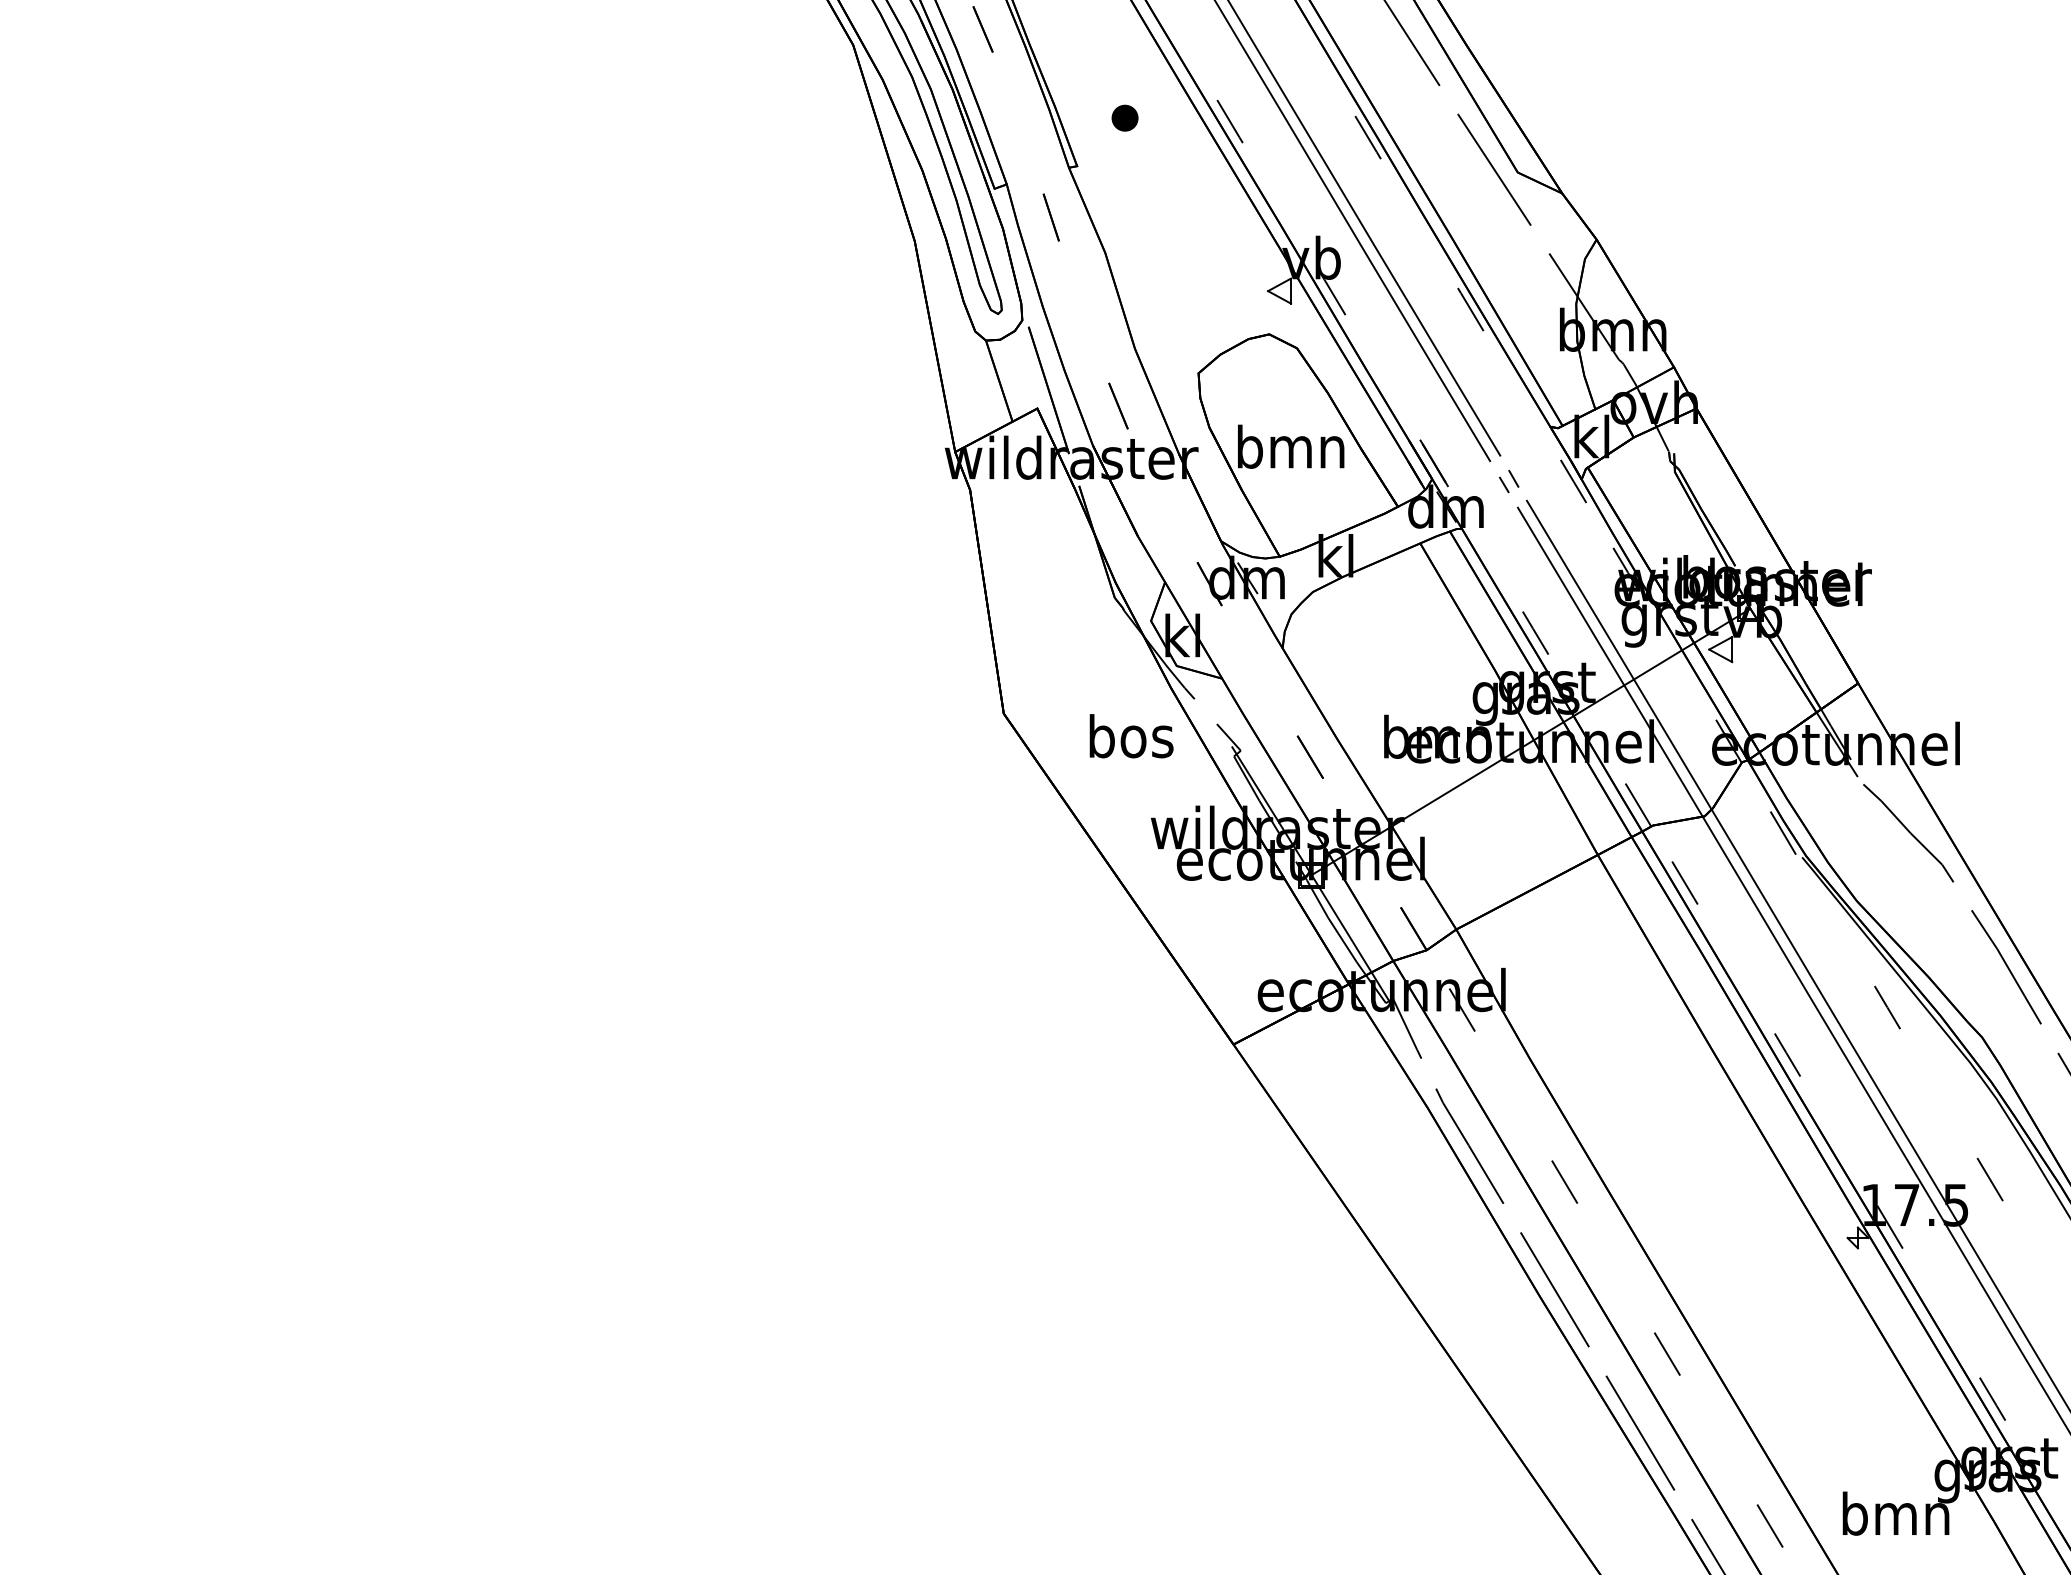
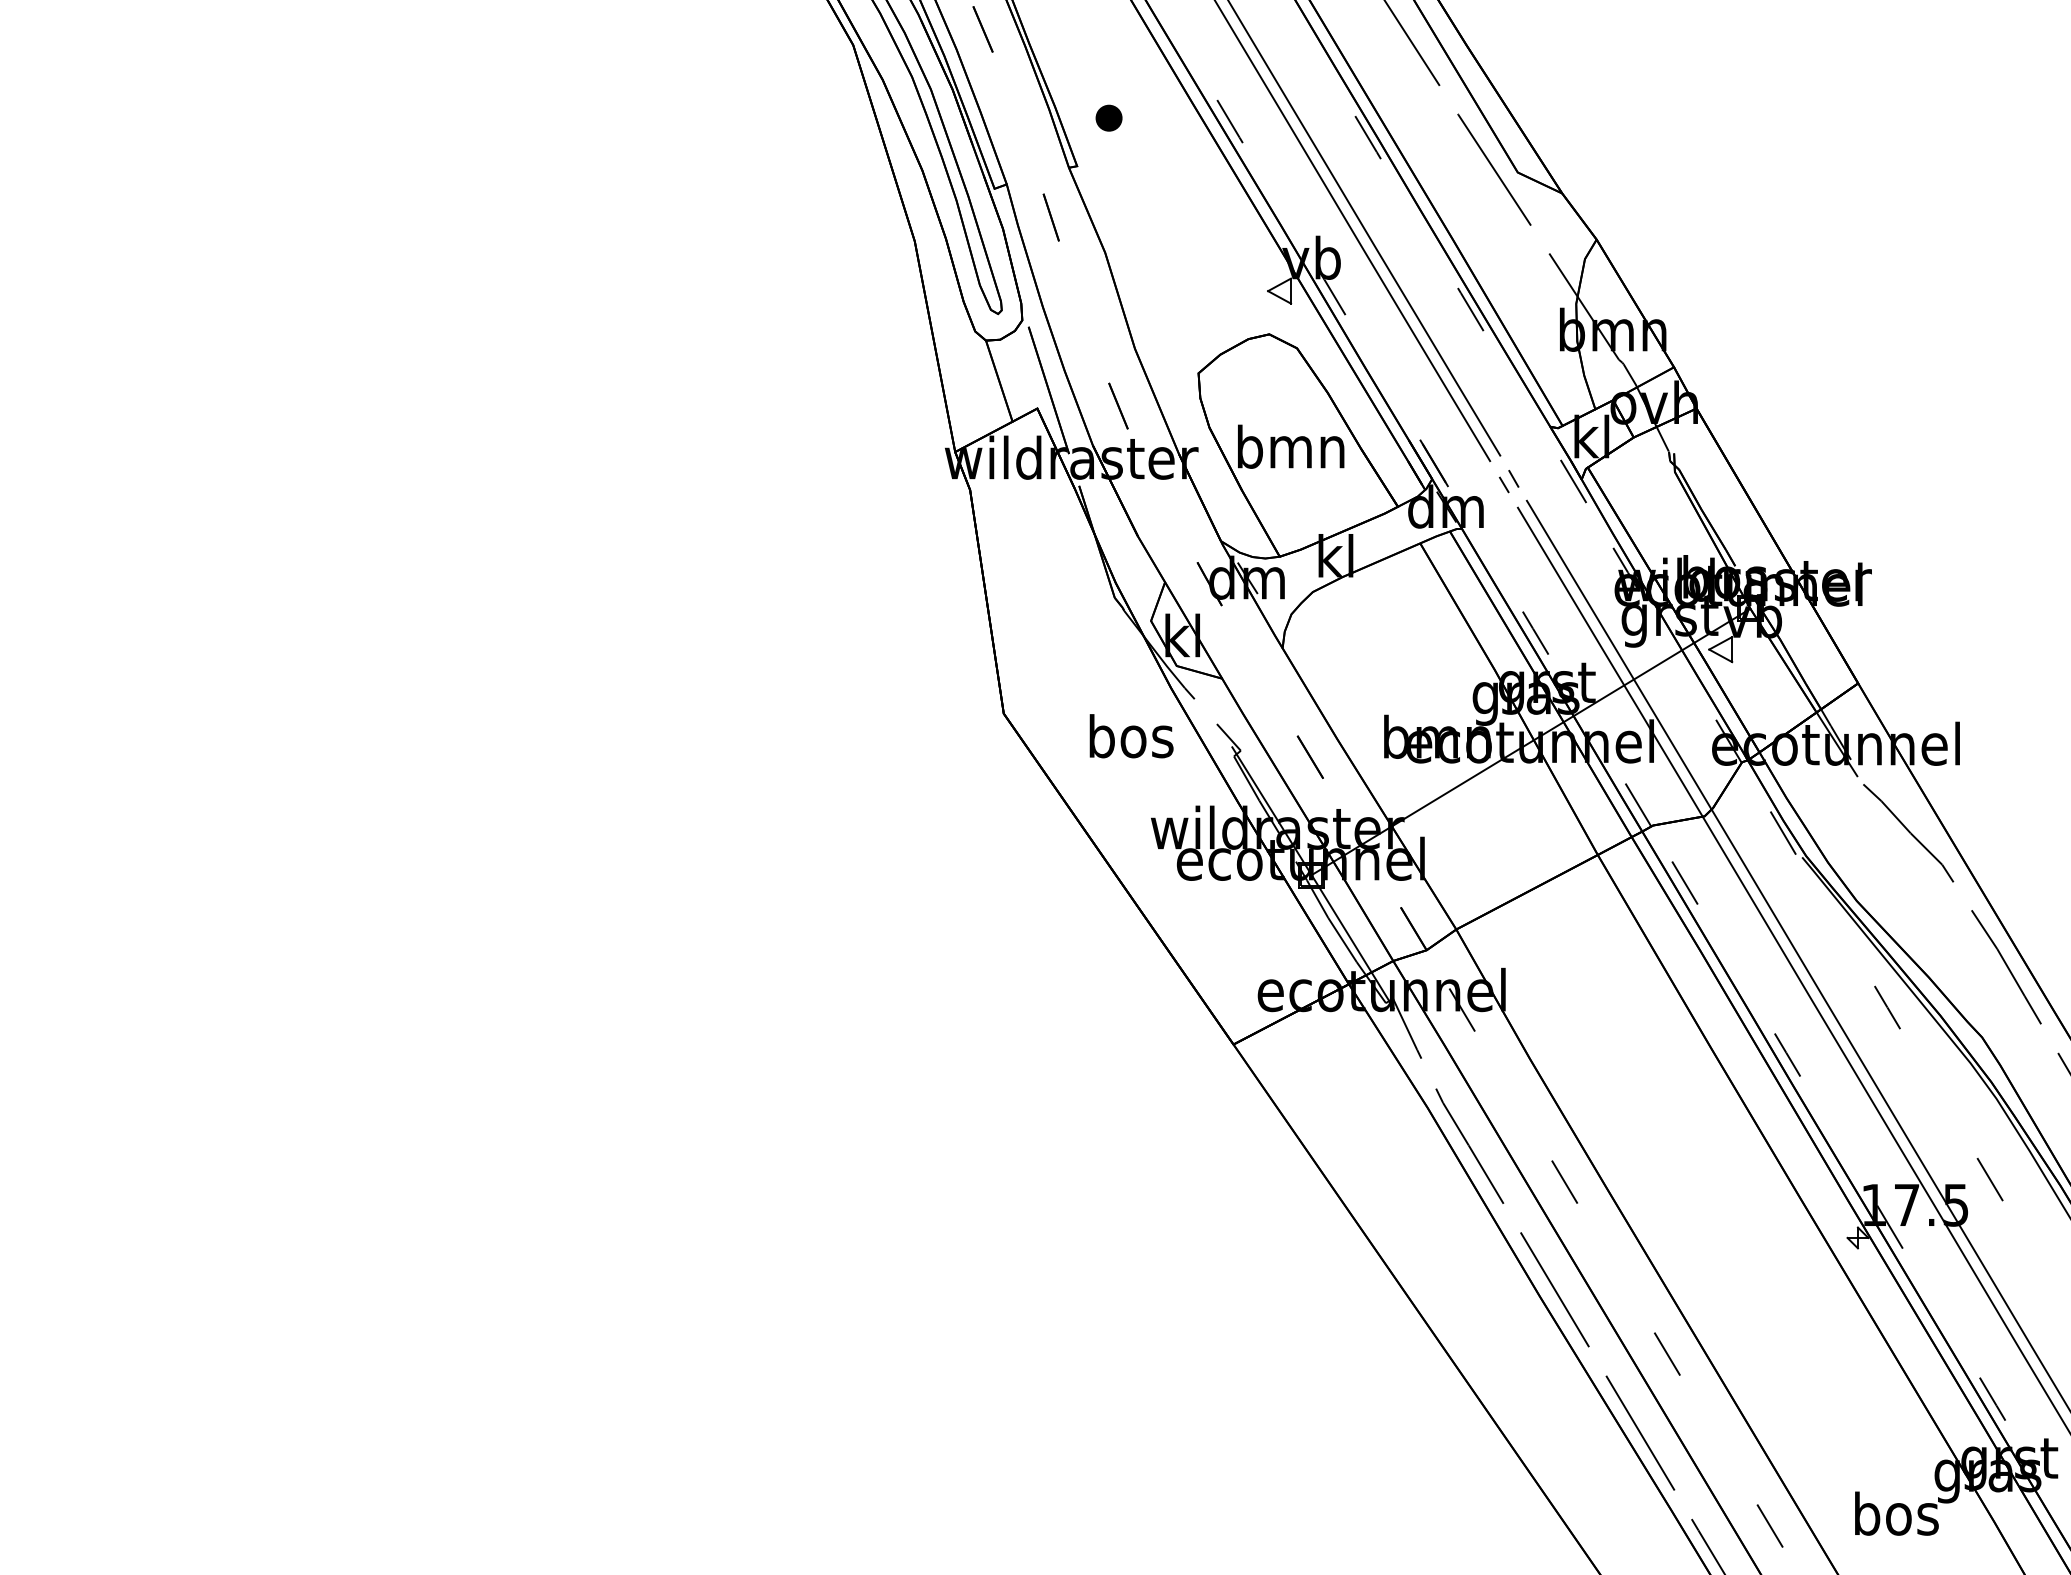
part at (1124, 117) position: (1124, 117) -> (1108, 117)
text at (1895, 1513): bmn -> bos
